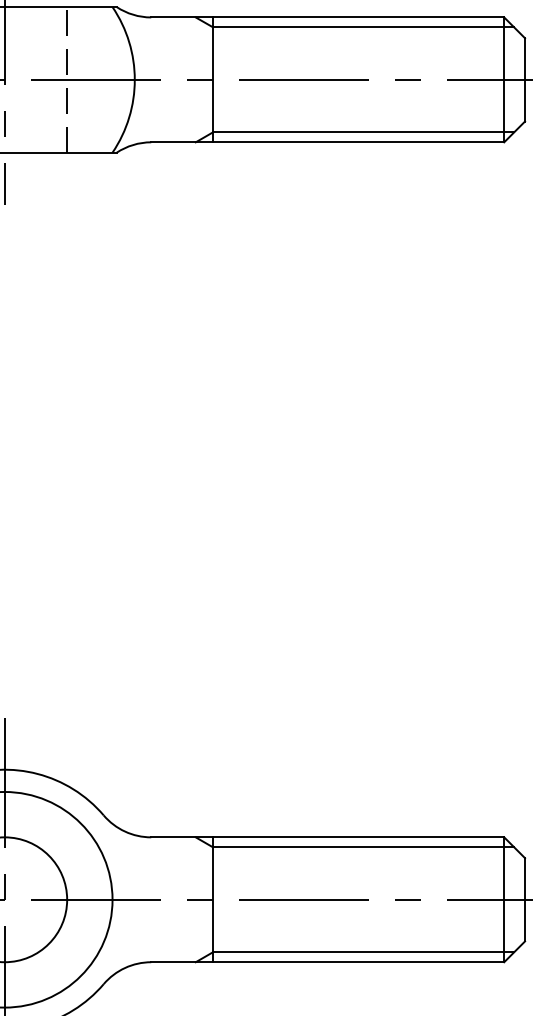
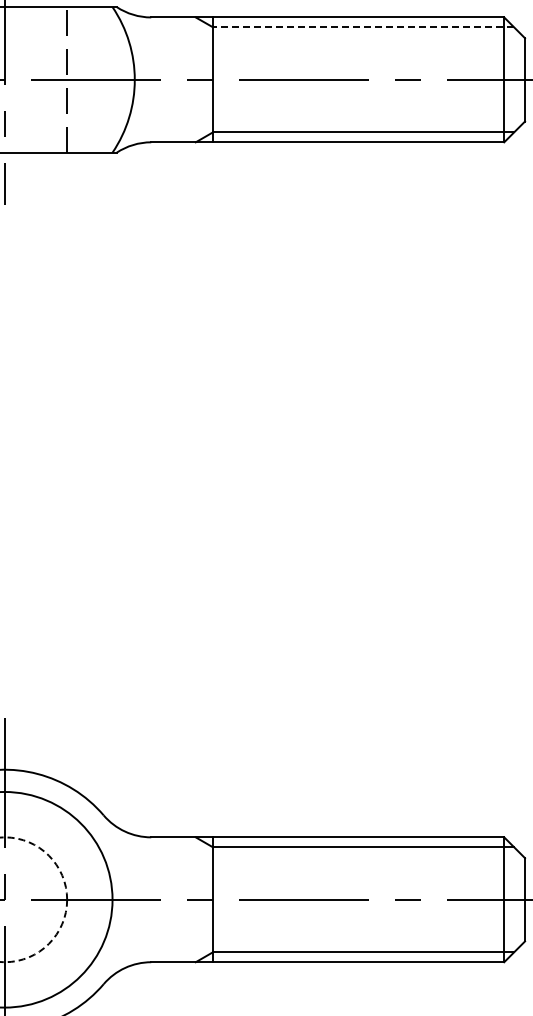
line at (363, 27): solid -> dashed
circle at (33, 899): solid -> dashed
